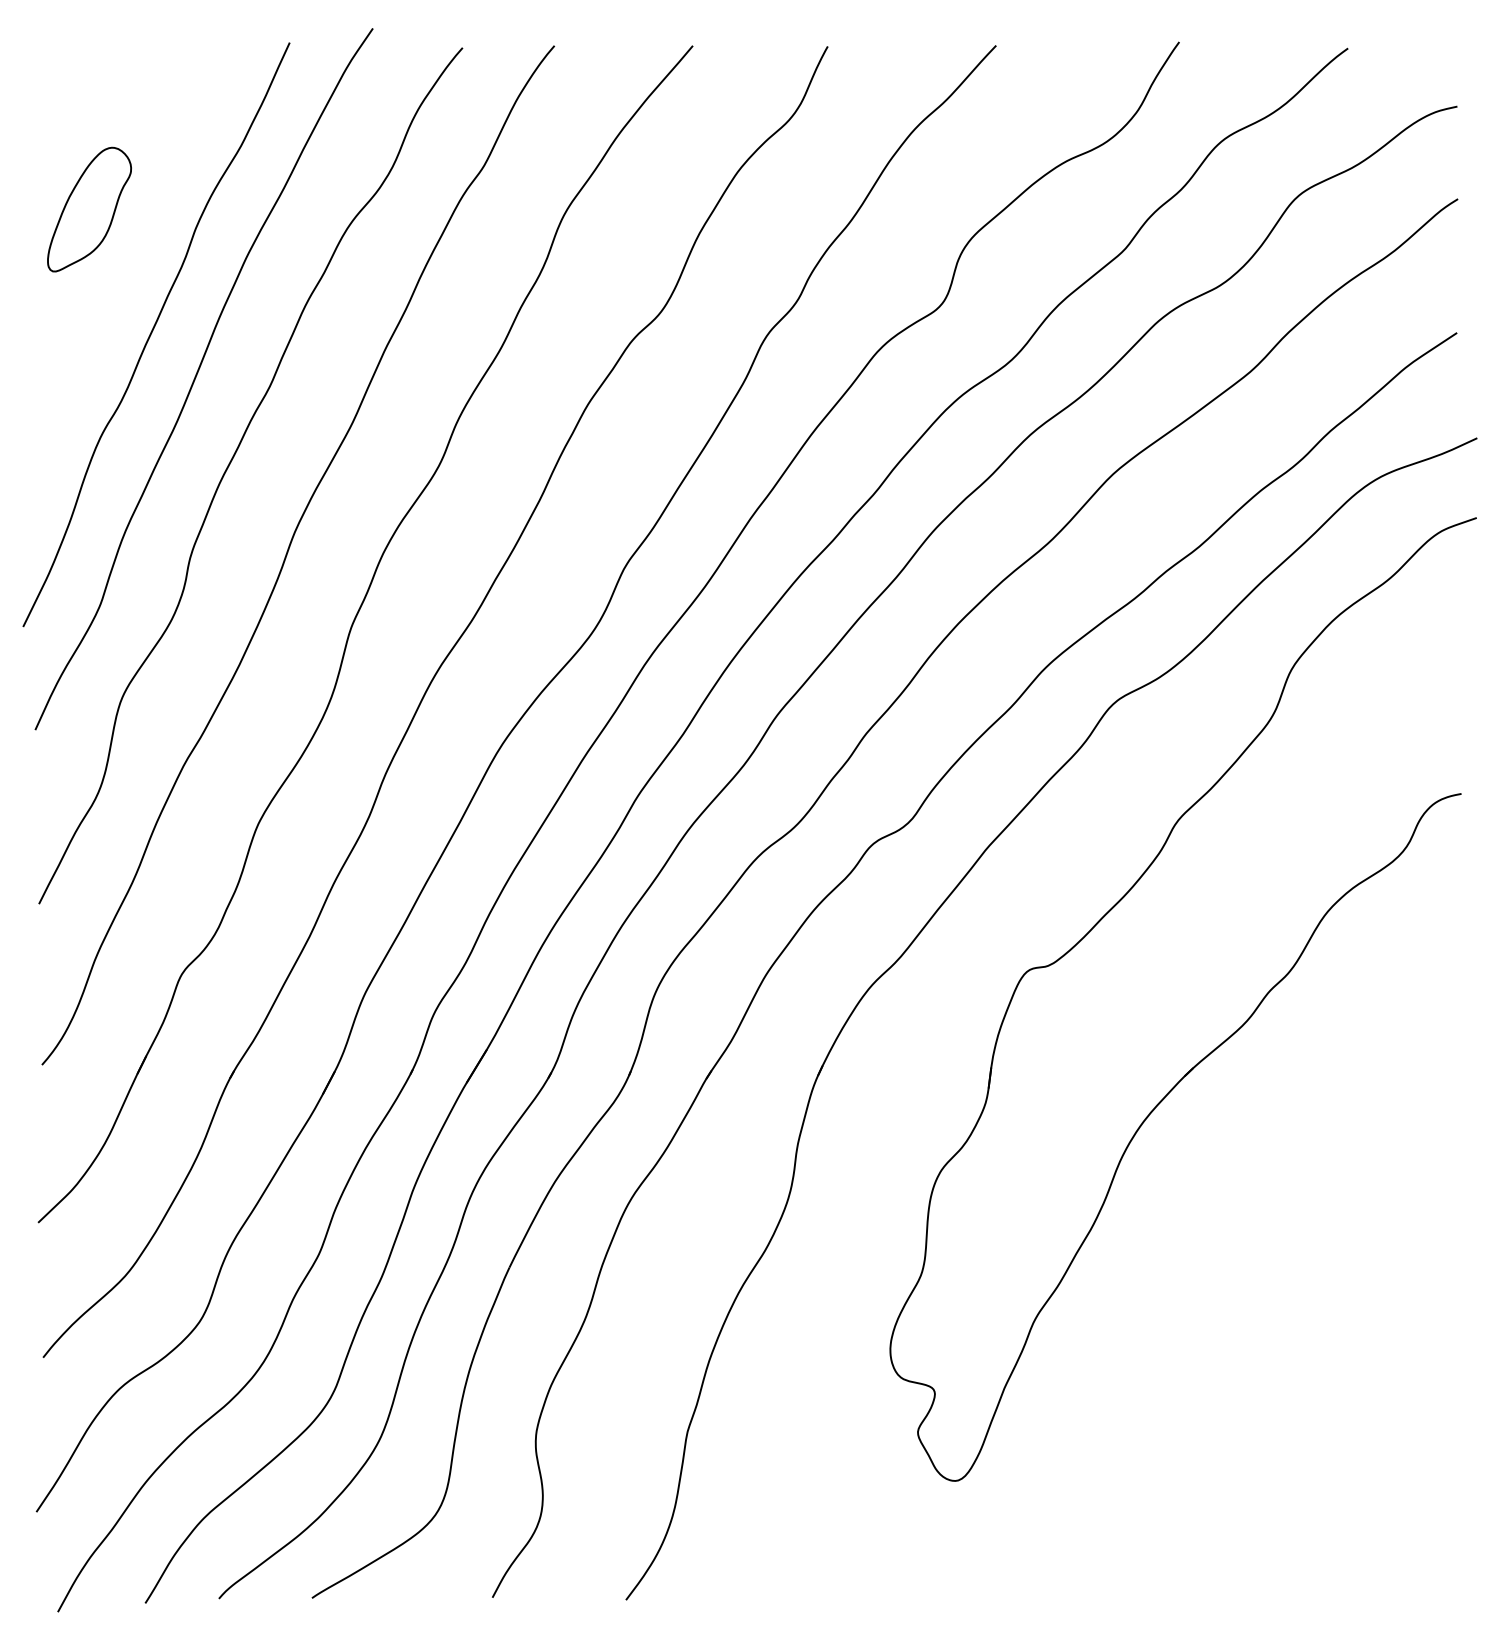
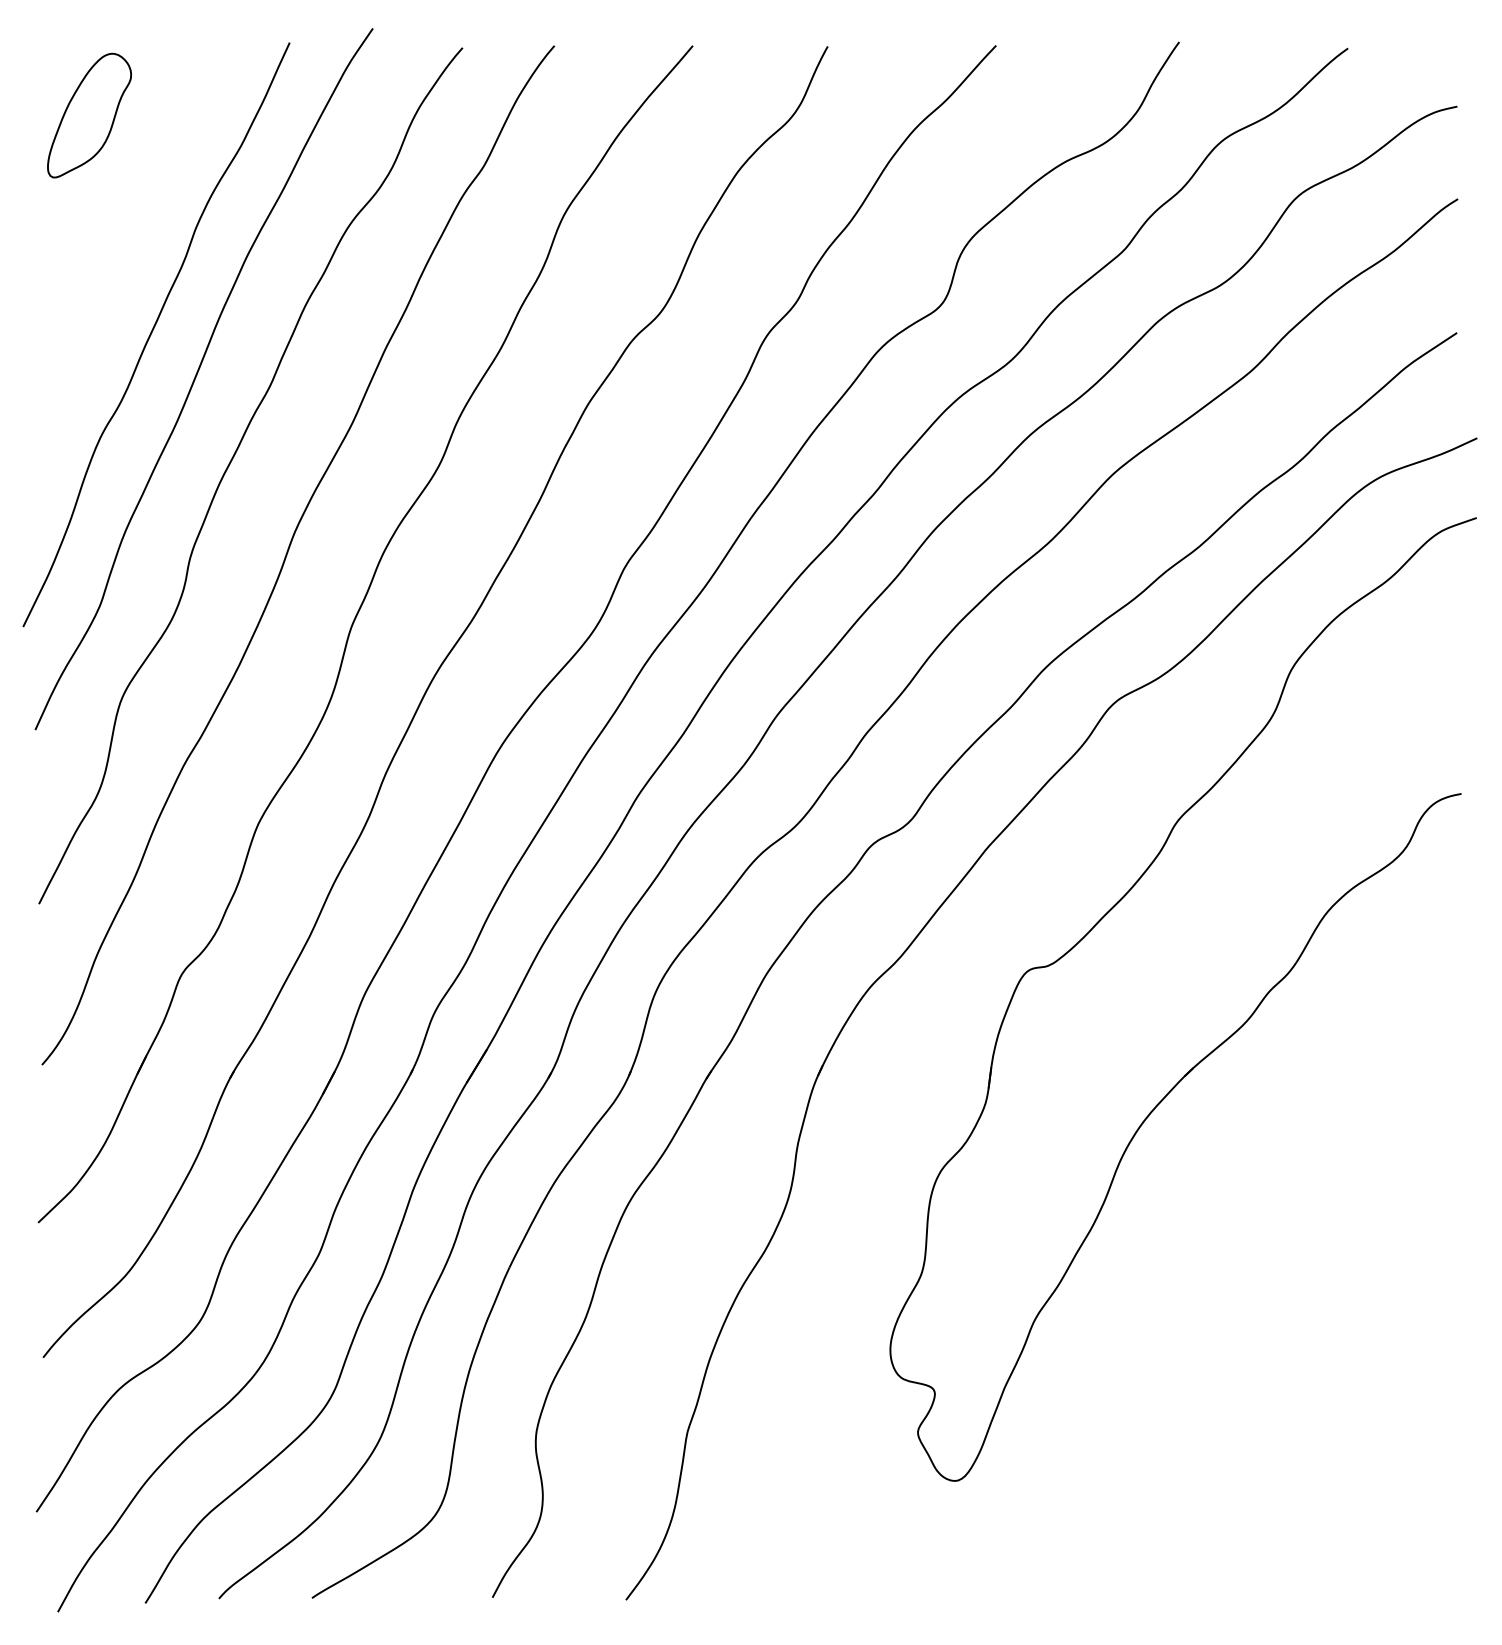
part at (89, 209) position: (89, 209) -> (89, 115)
